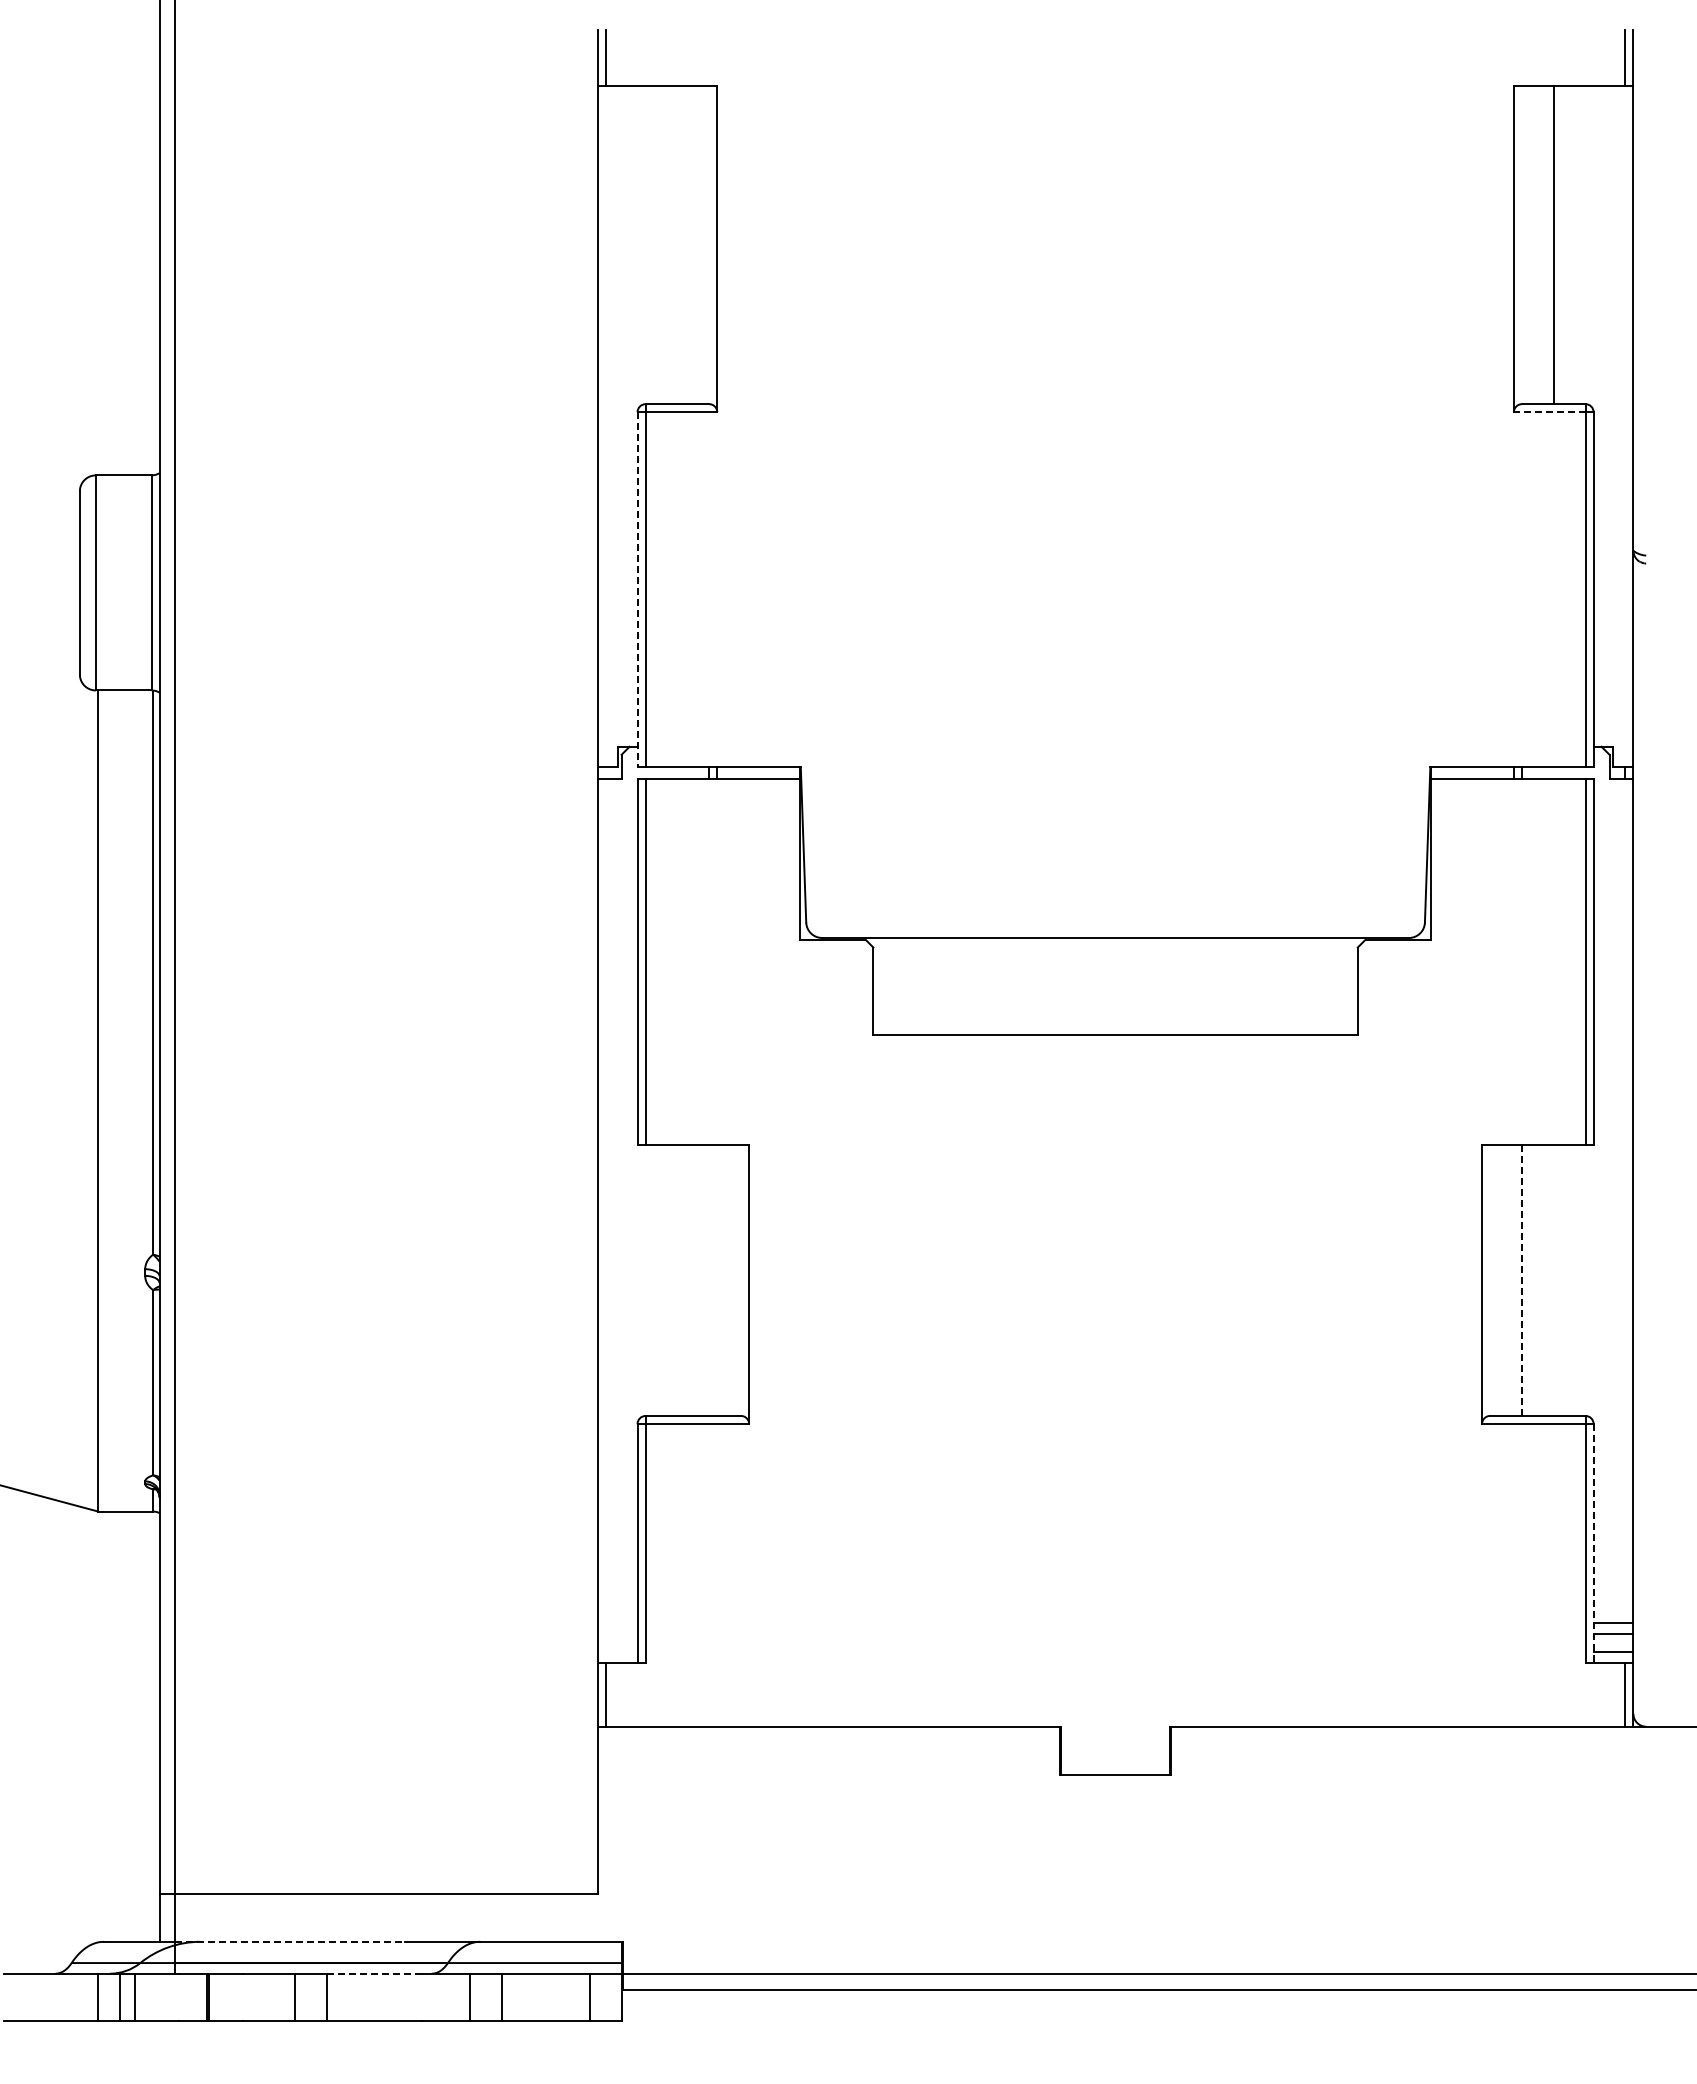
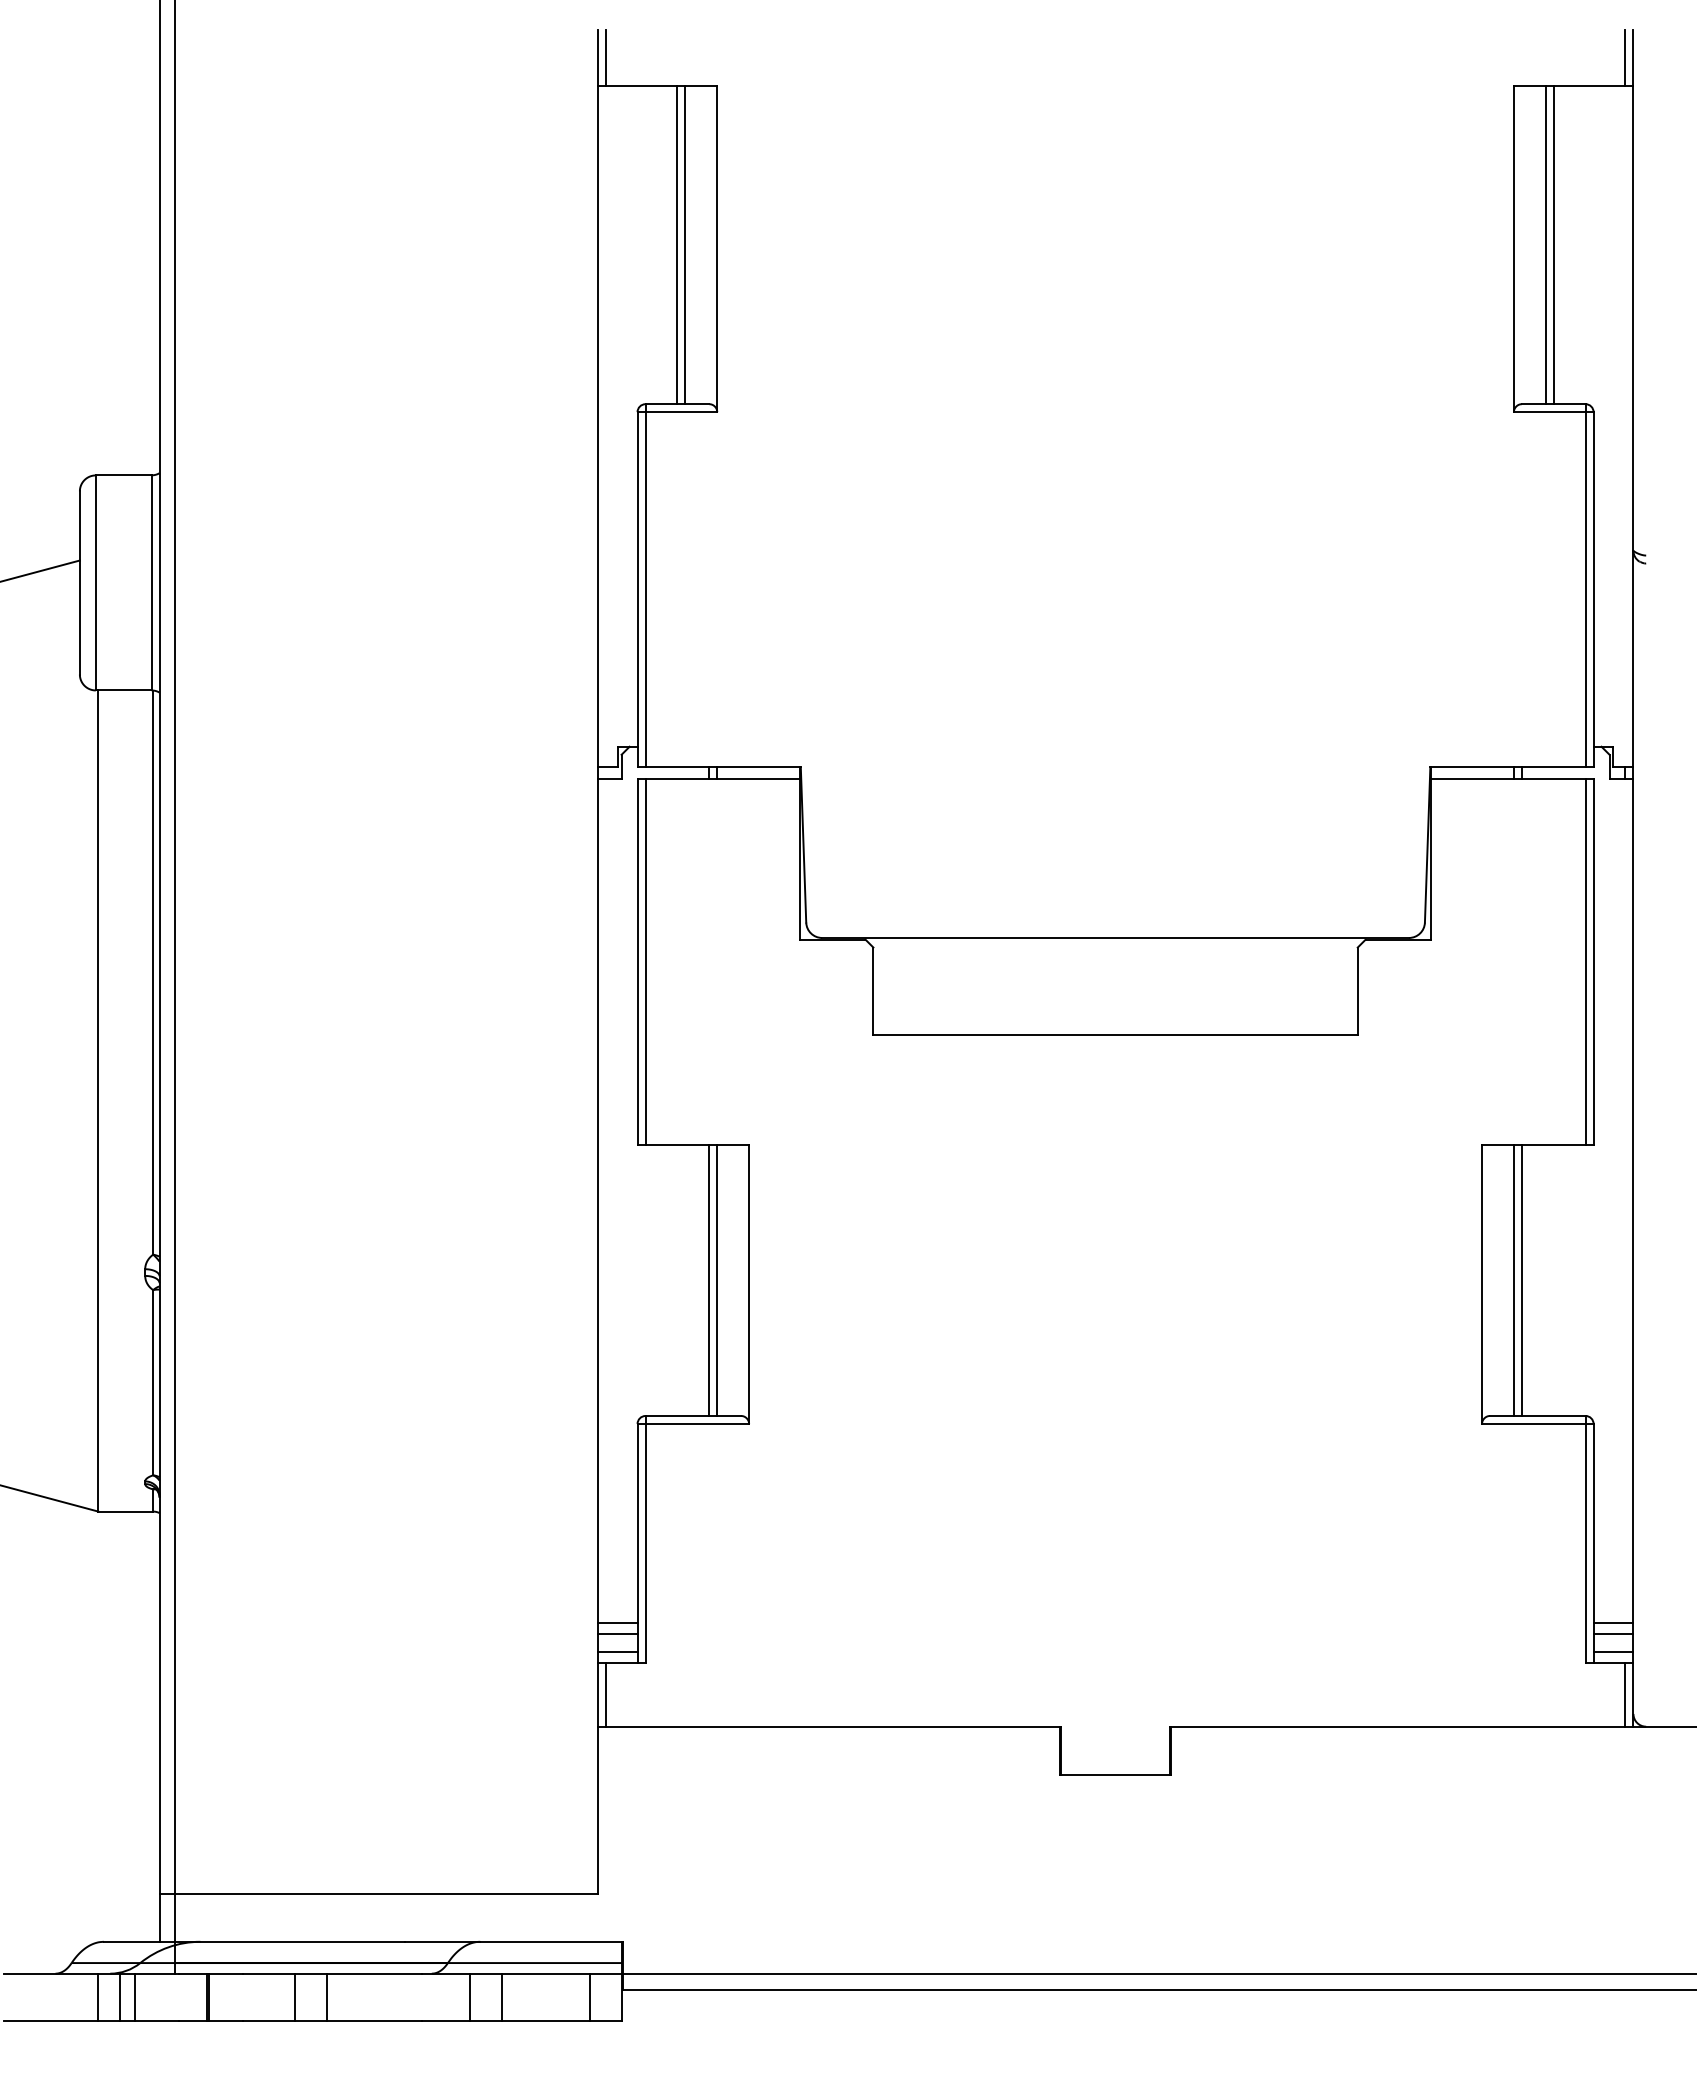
line at (677, 244): none -> present
line at (685, 244): none -> present
line at (1545, 244): none -> present
line at (1549, 412): dashed -> solid
line at (40, 570): none -> present
line at (637, 589): dashed -> solid
line at (709, 1280): none -> present
line at (717, 1280): none -> present
line at (1513, 1280): none -> present
line at (1521, 1280): dashed -> solid
line at (1593, 1543): dashed -> solid
line at (617, 1623): none -> present
line at (617, 1634): none -> present
line at (617, 1651): none -> present
line at (290, 1941): dashed -> solid
line at (374, 1973): dashed -> solid
